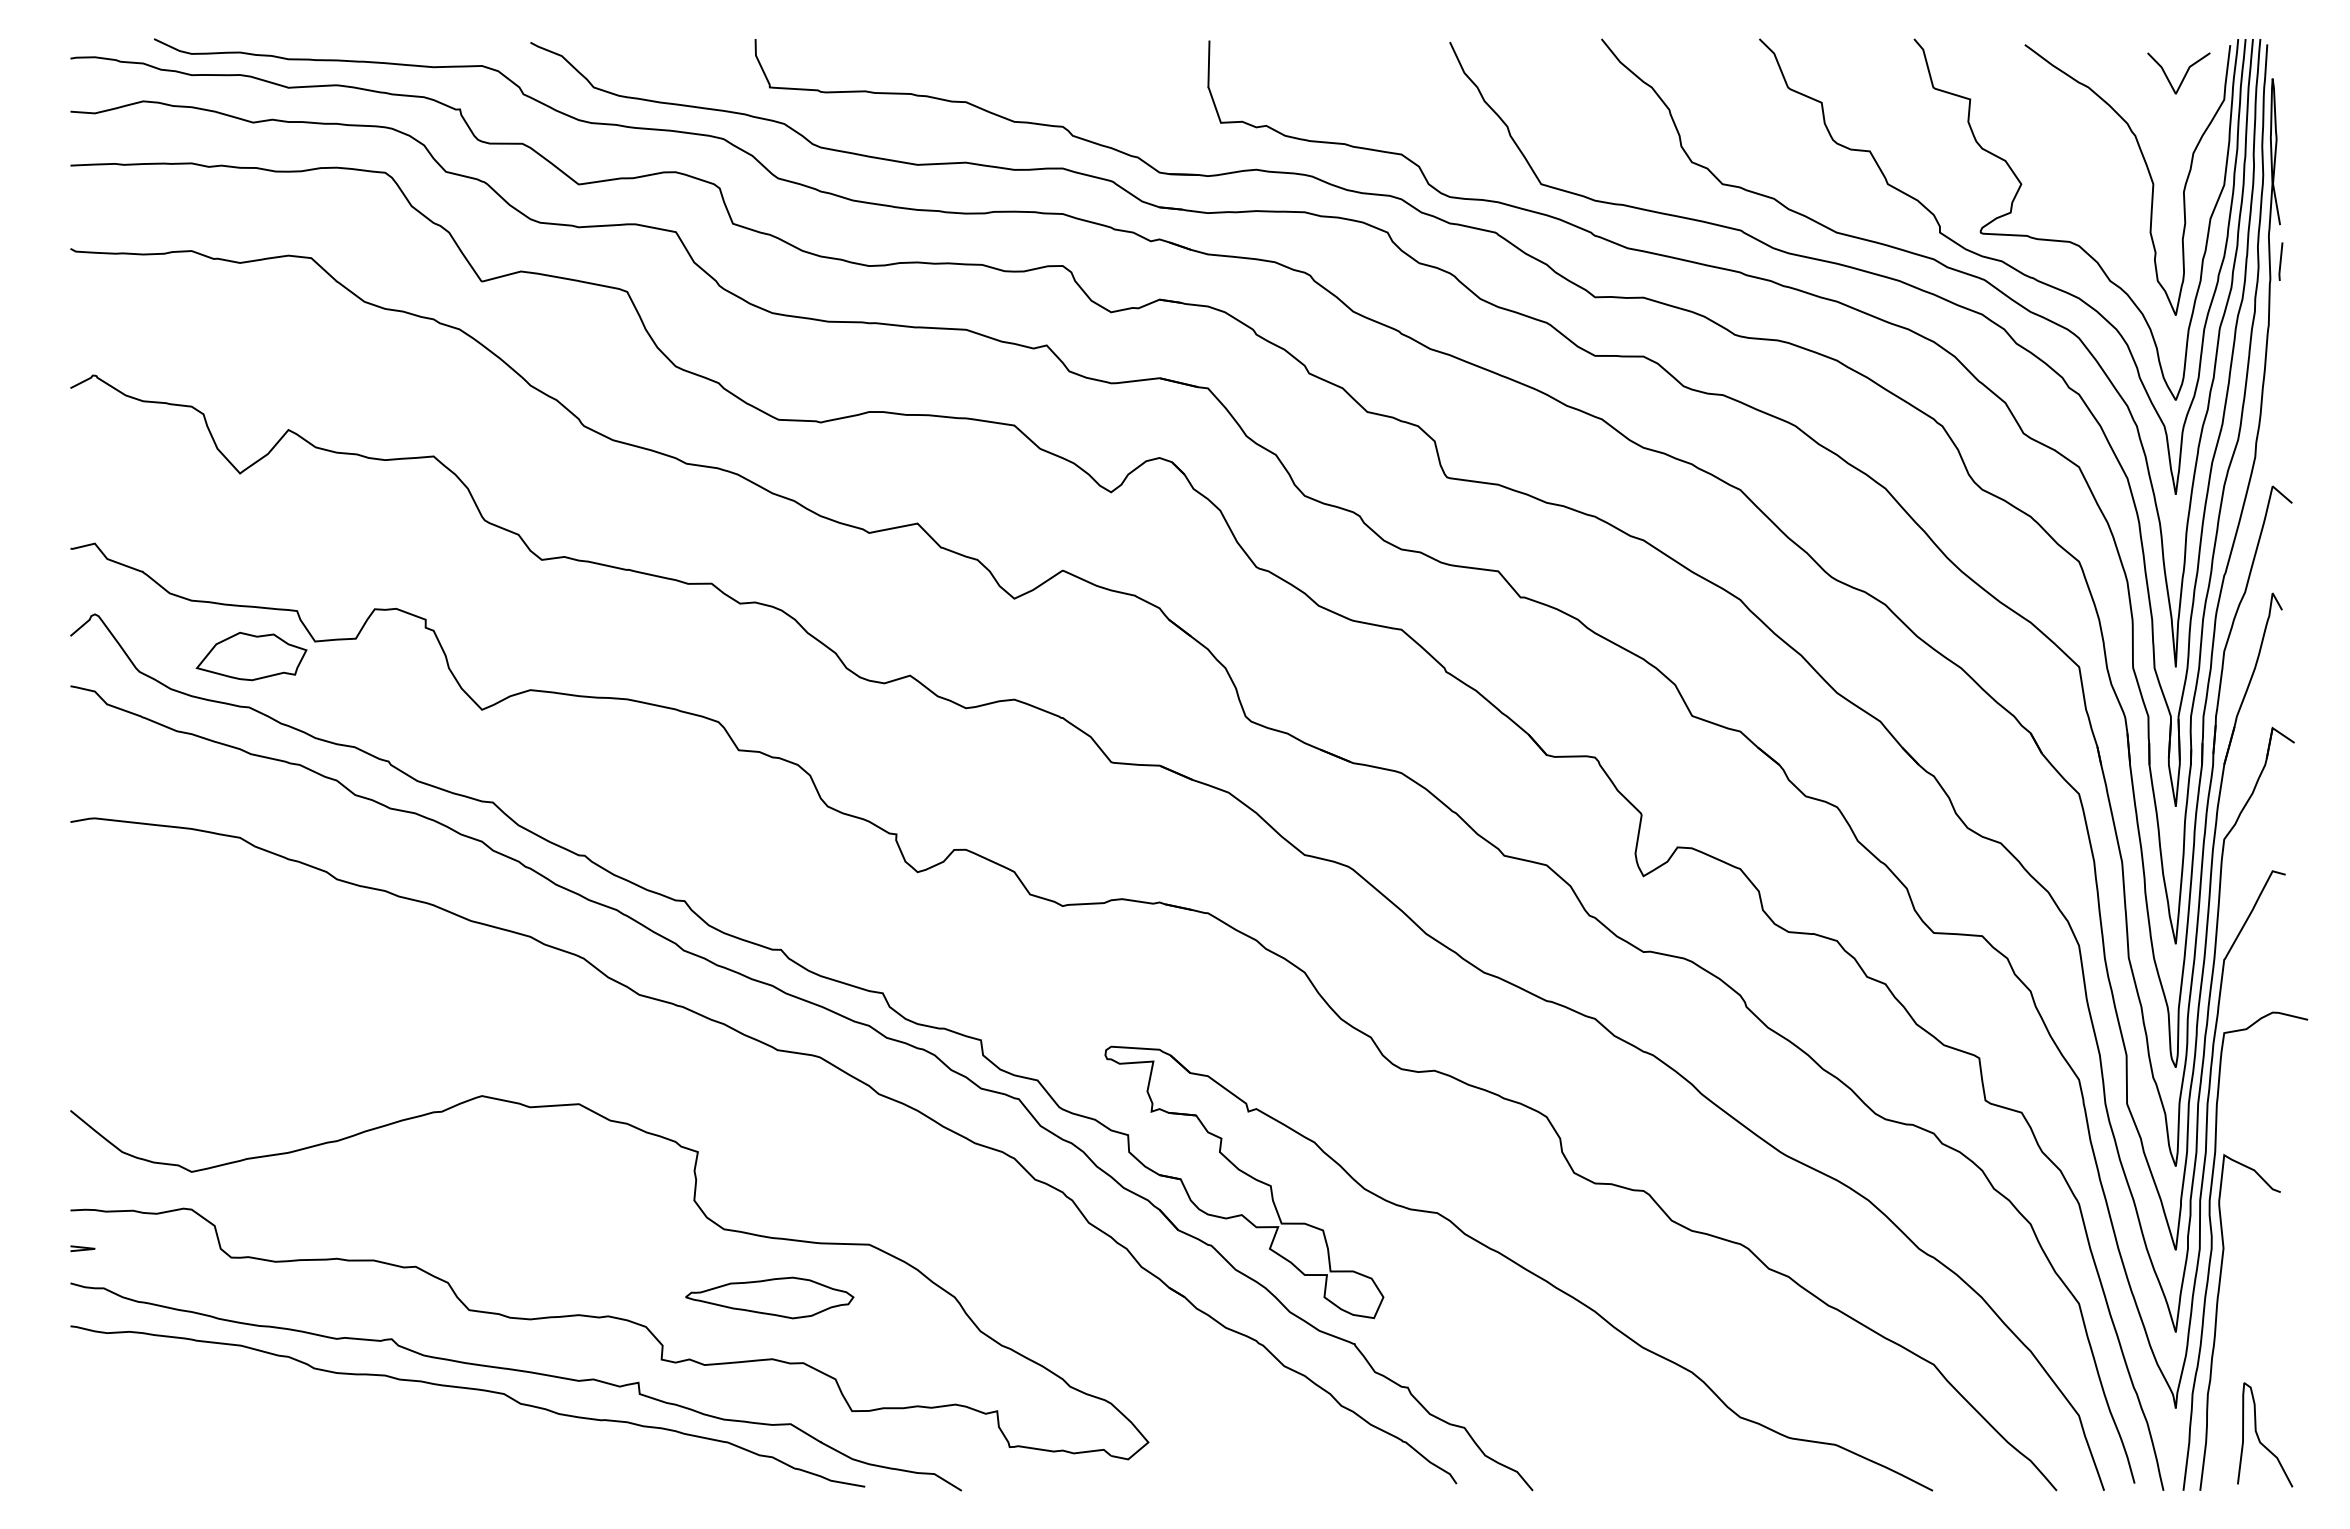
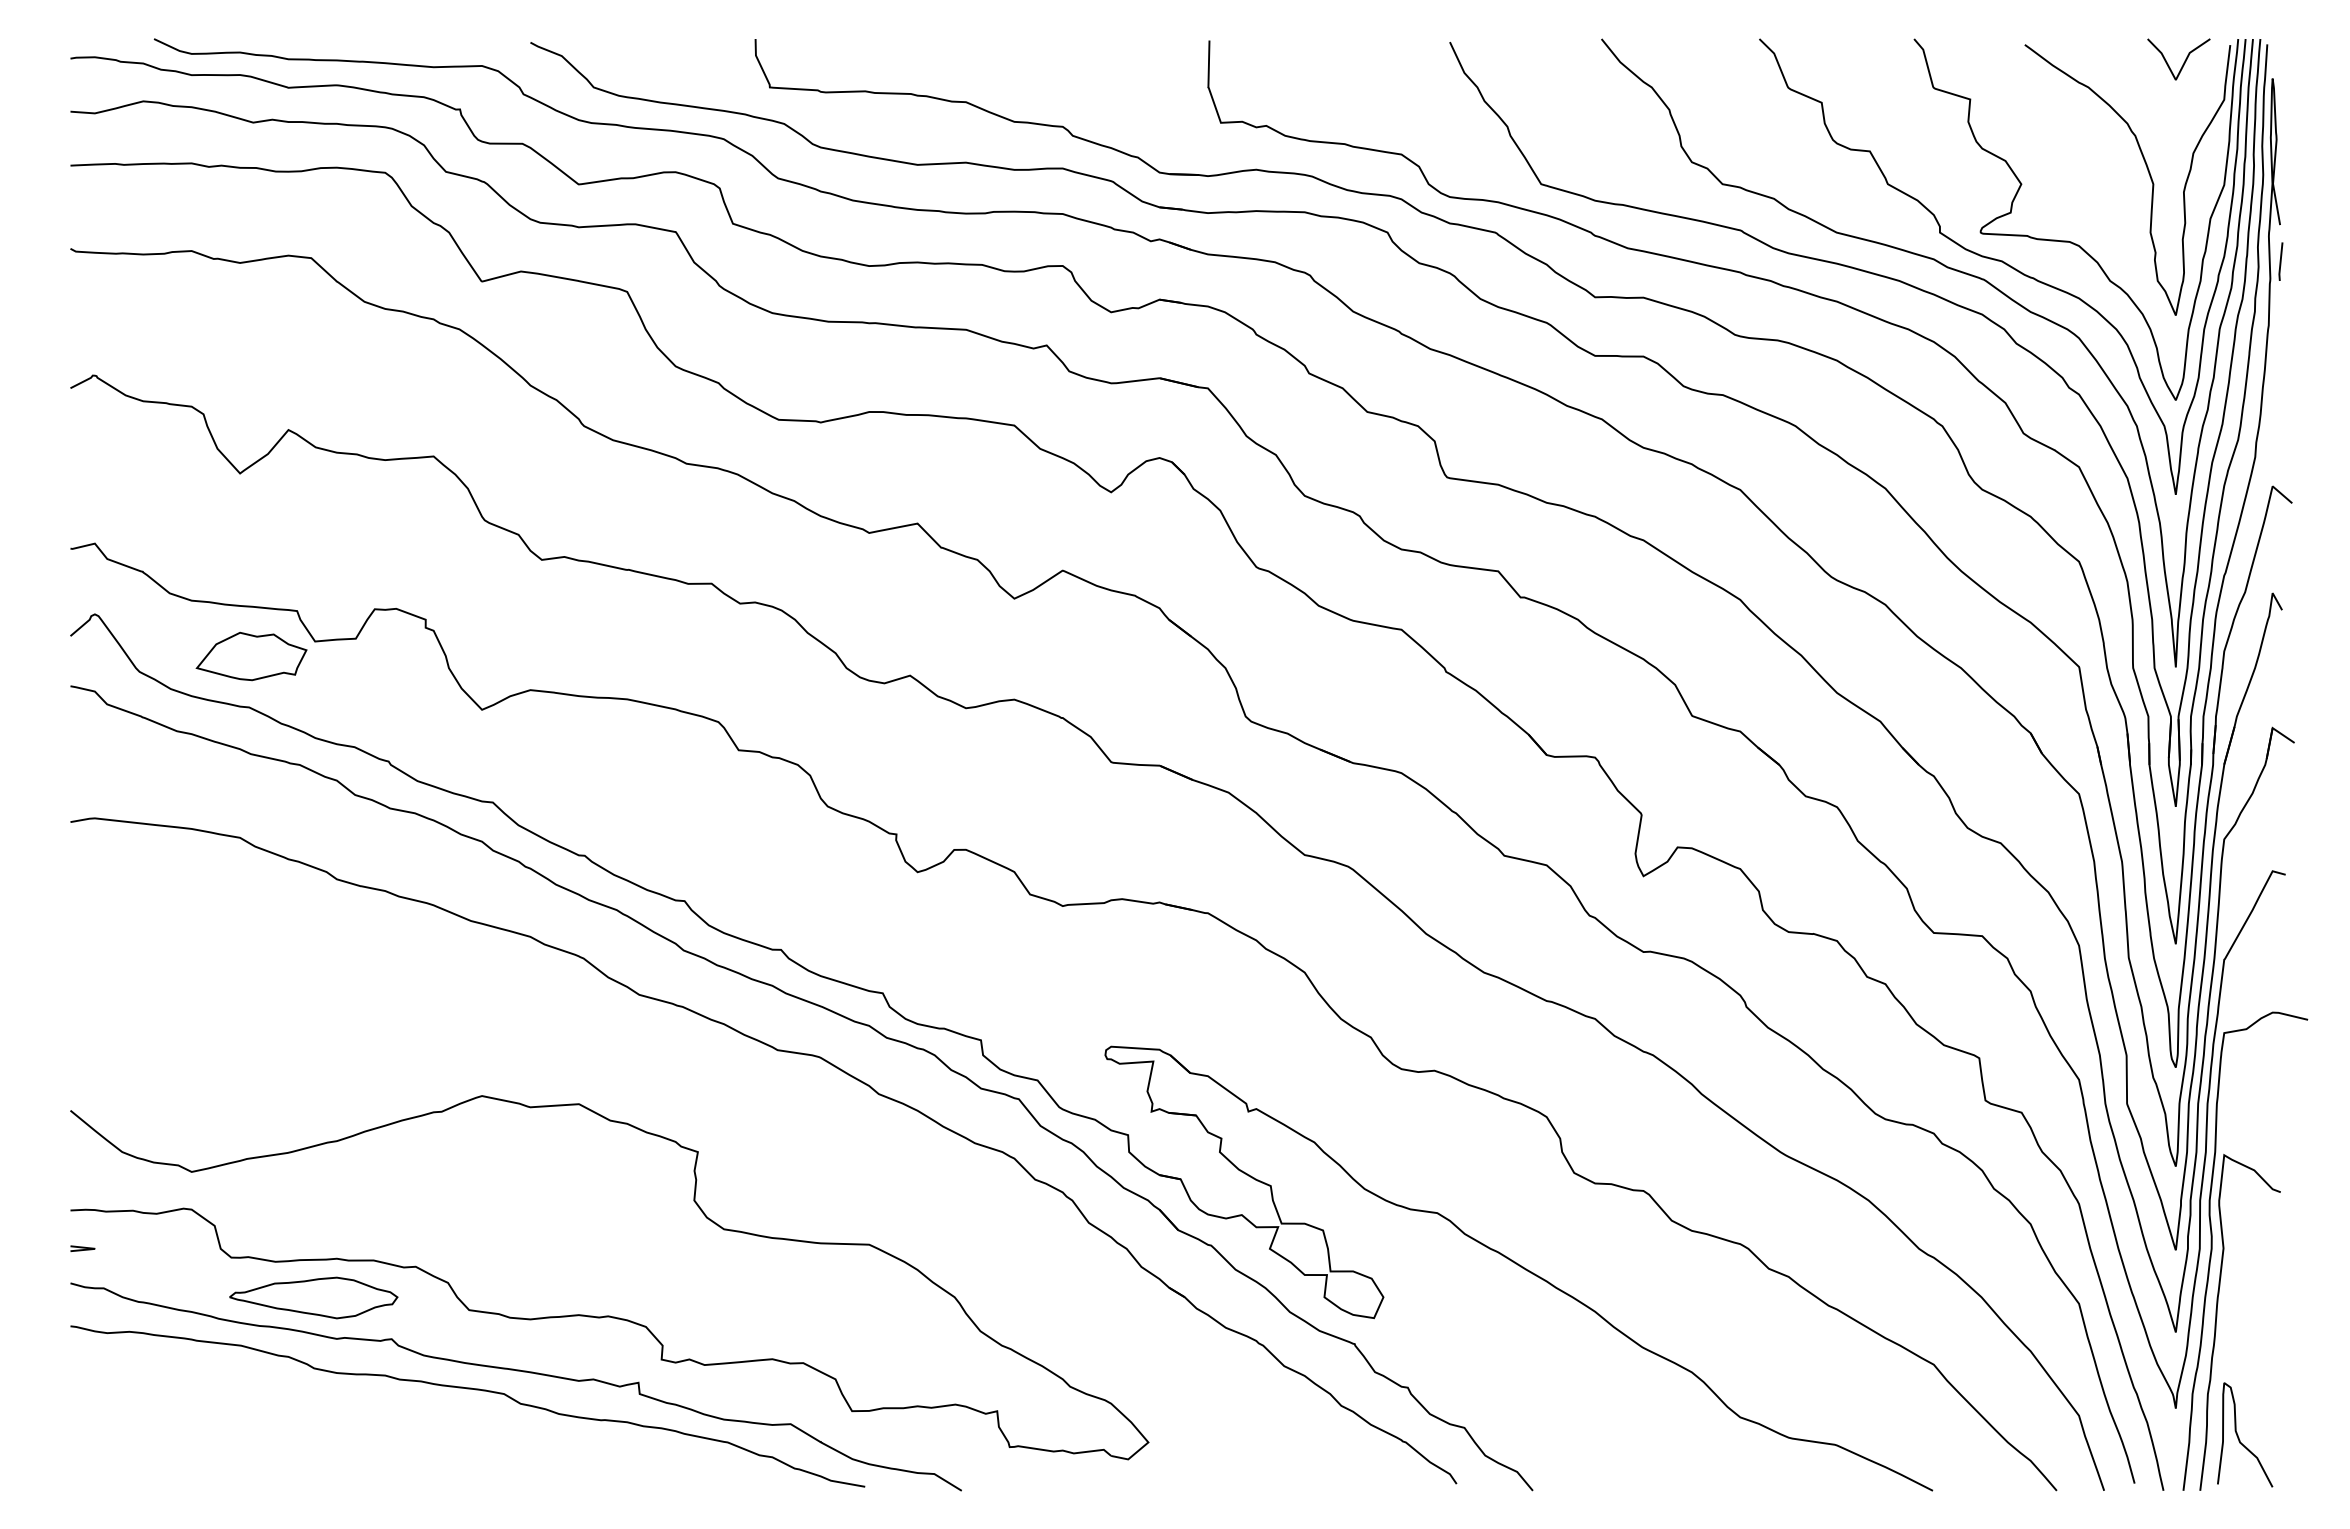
line at (2183, 76) position: (2183, 76) -> (2183, 62)
part at (769, 1297) position: (769, 1297) -> (313, 1297)
curve at (2259, 1437) position: (2259, 1437) -> (2239, 1437)
